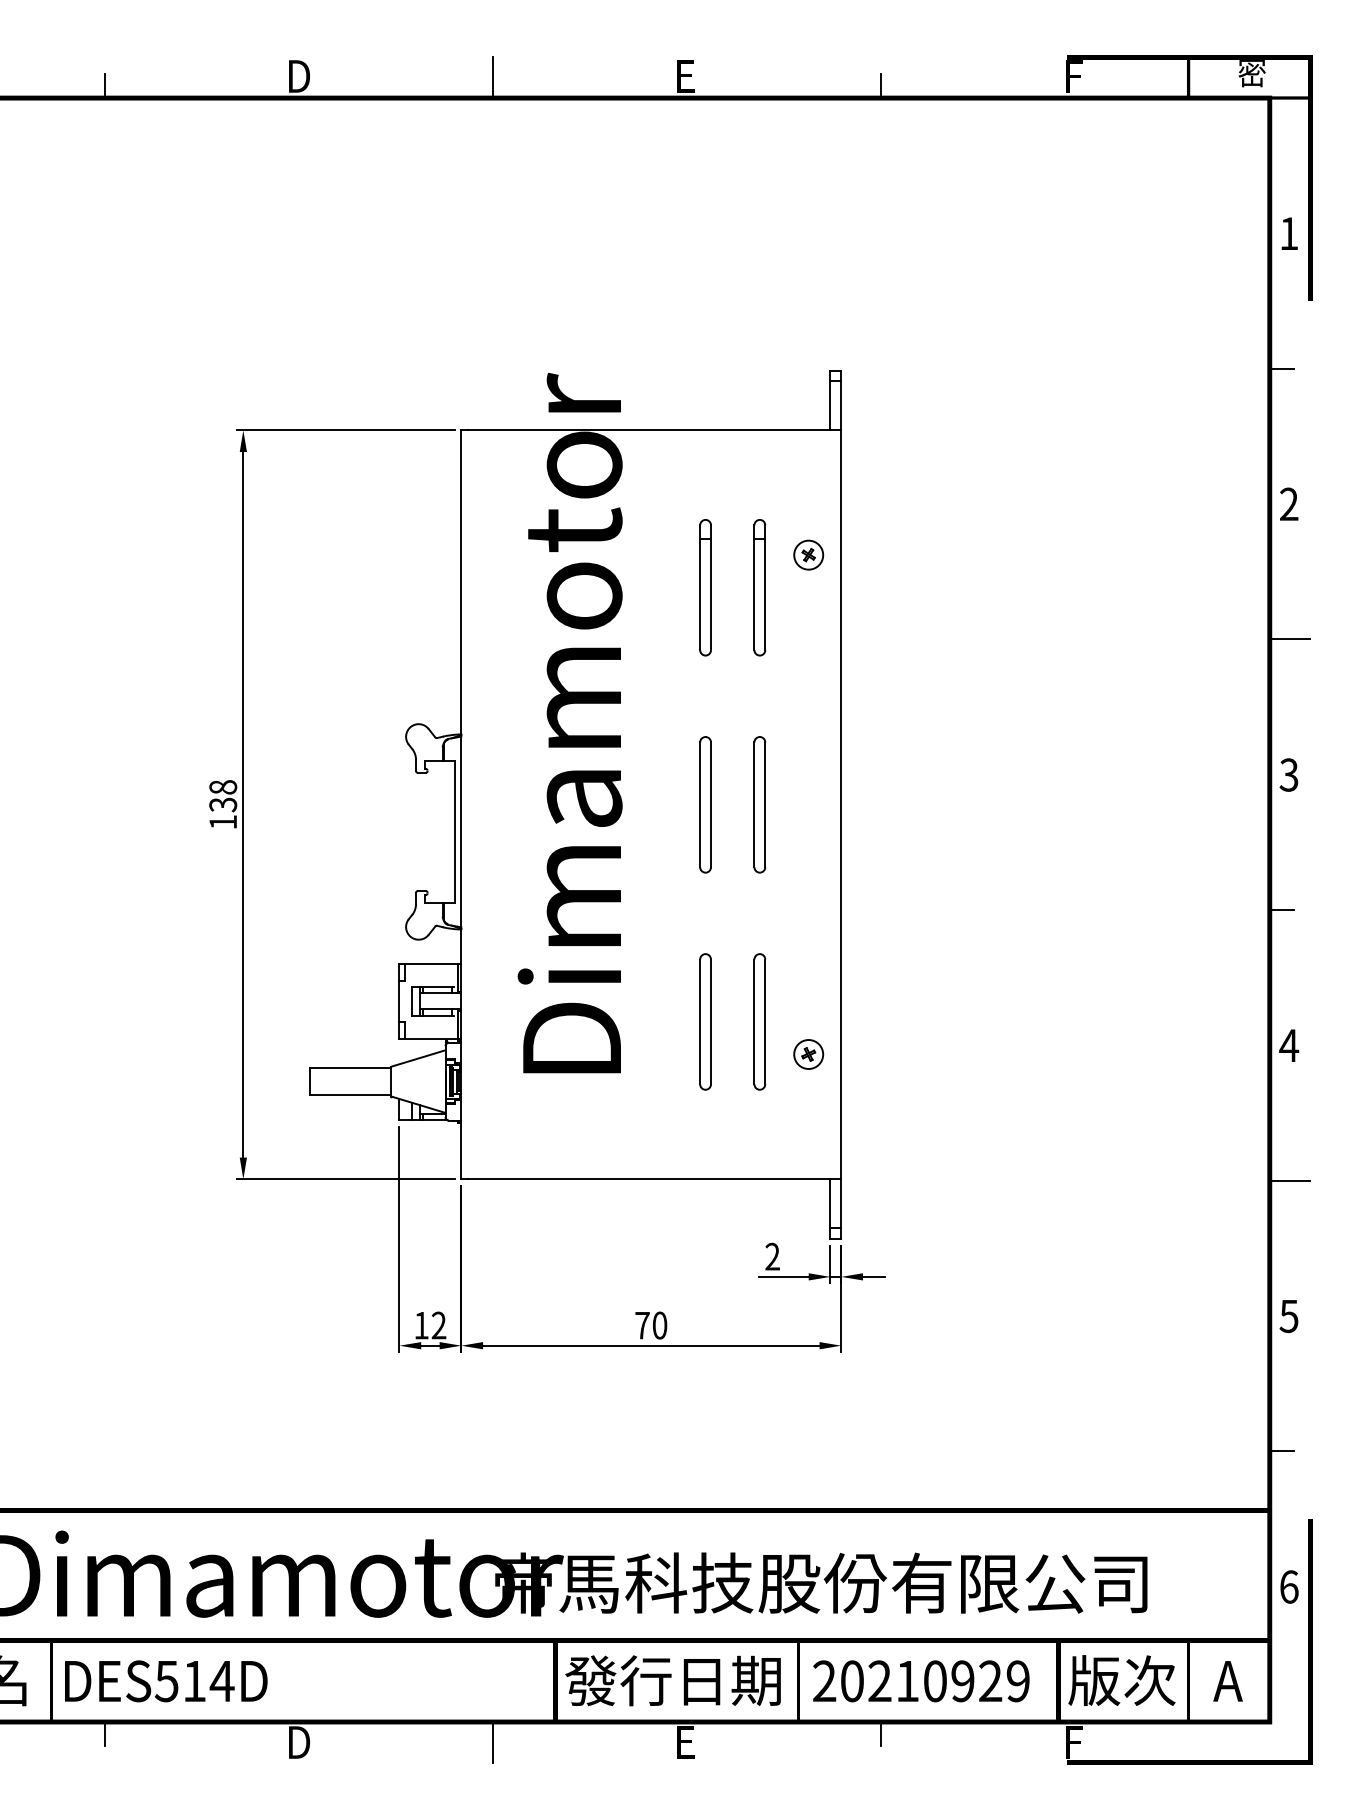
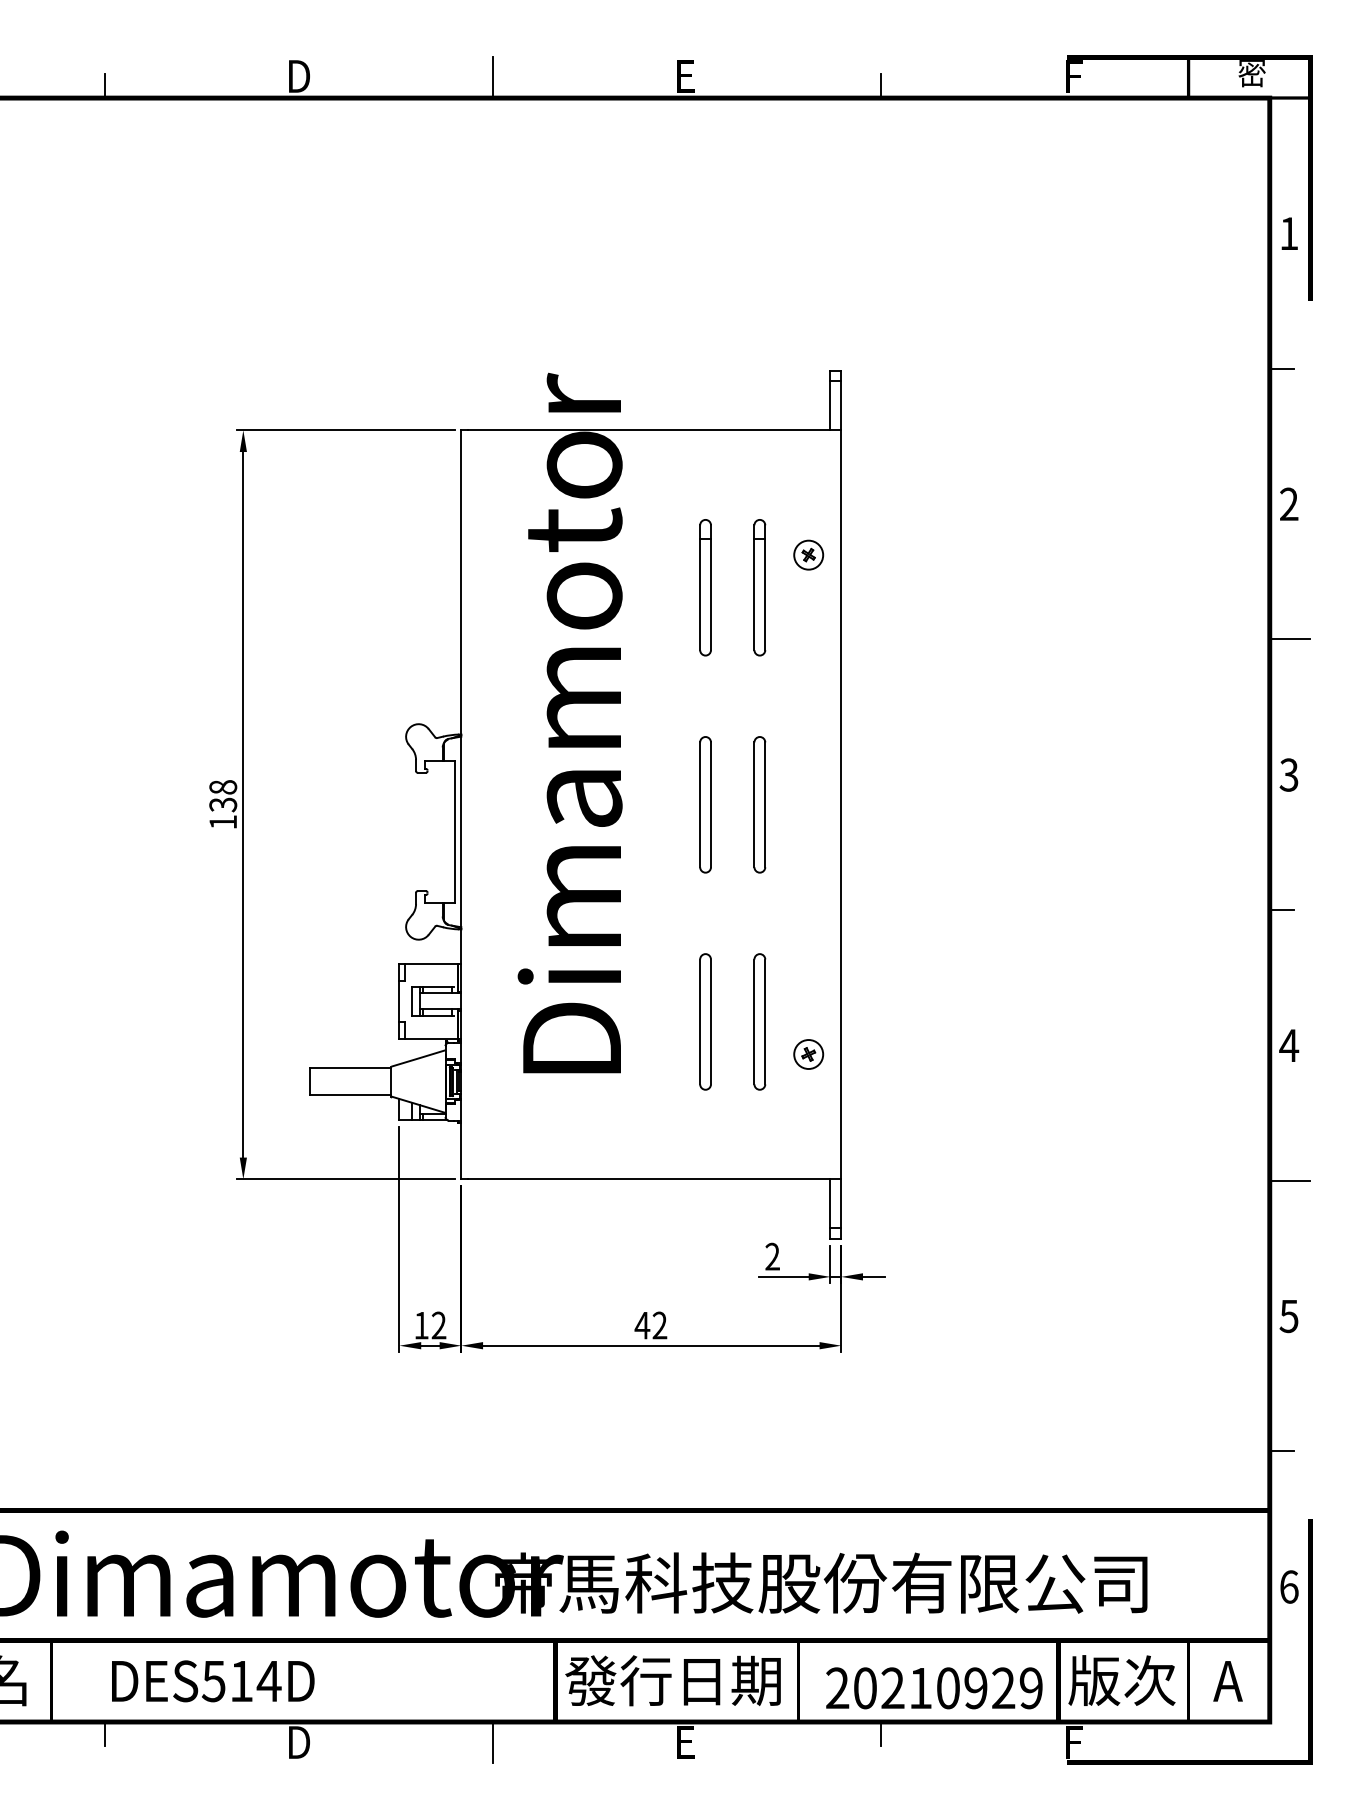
text at (650, 1325): 70 -> 42
text at (166, 1681) position: (166, 1681) -> (213, 1681)
text at (921, 1681) position: (921, 1681) -> (934, 1688)
